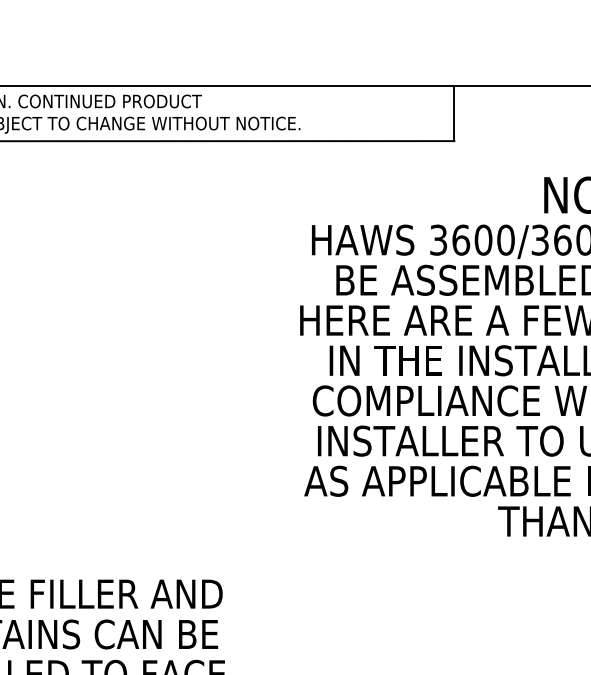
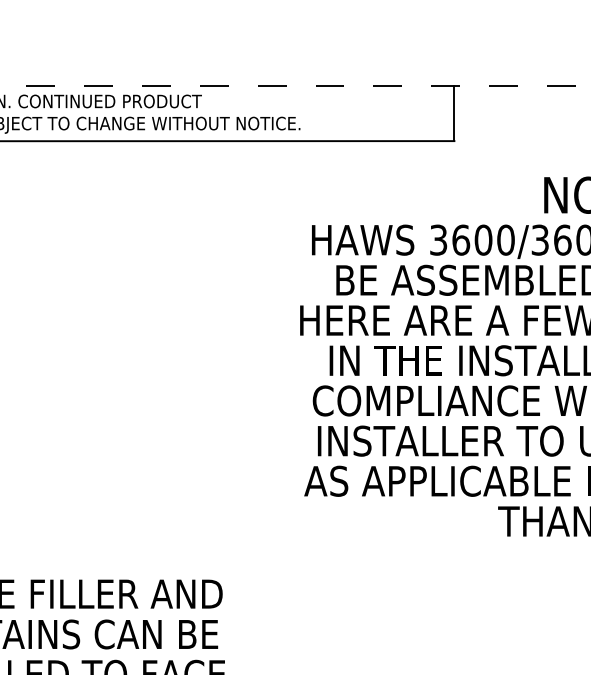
line at (295, 85): solid -> dashed
